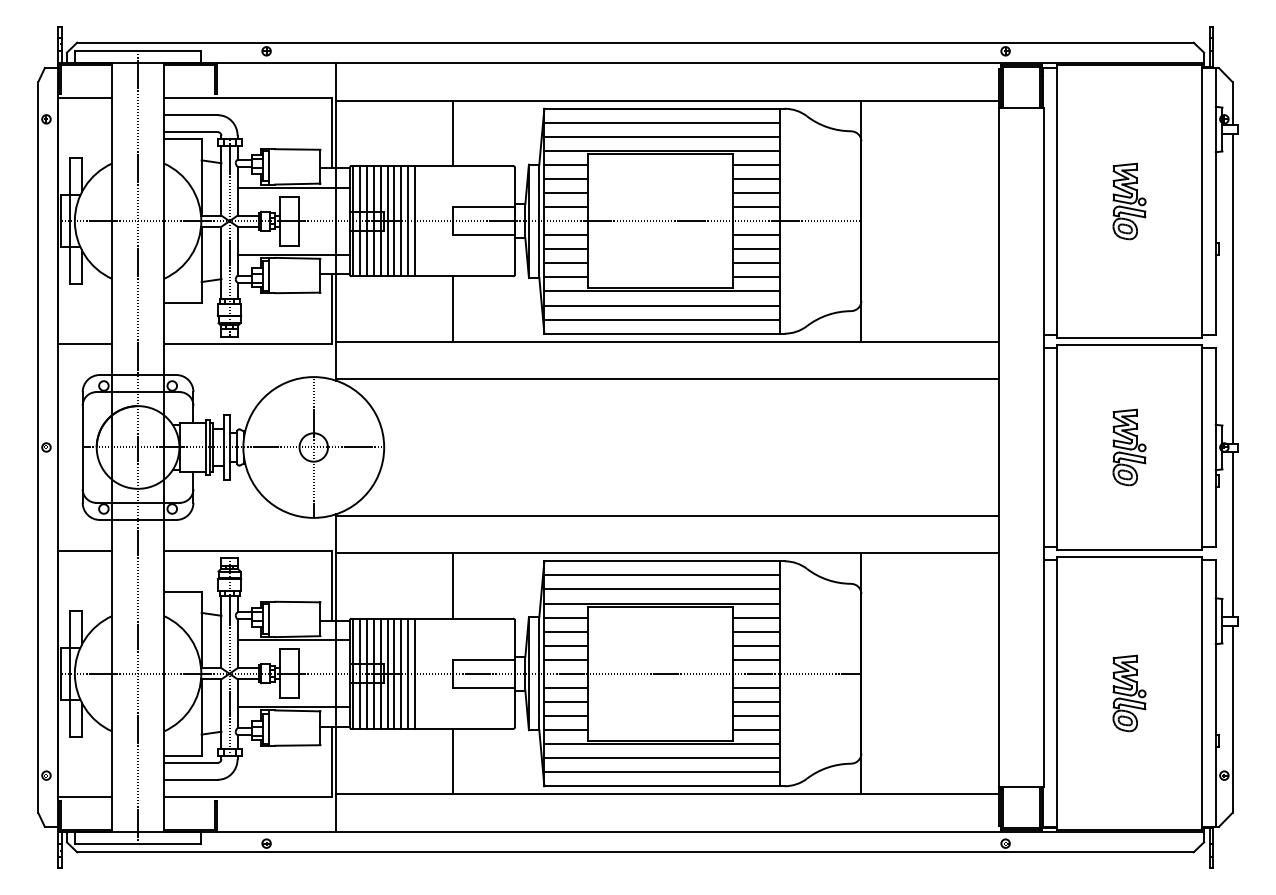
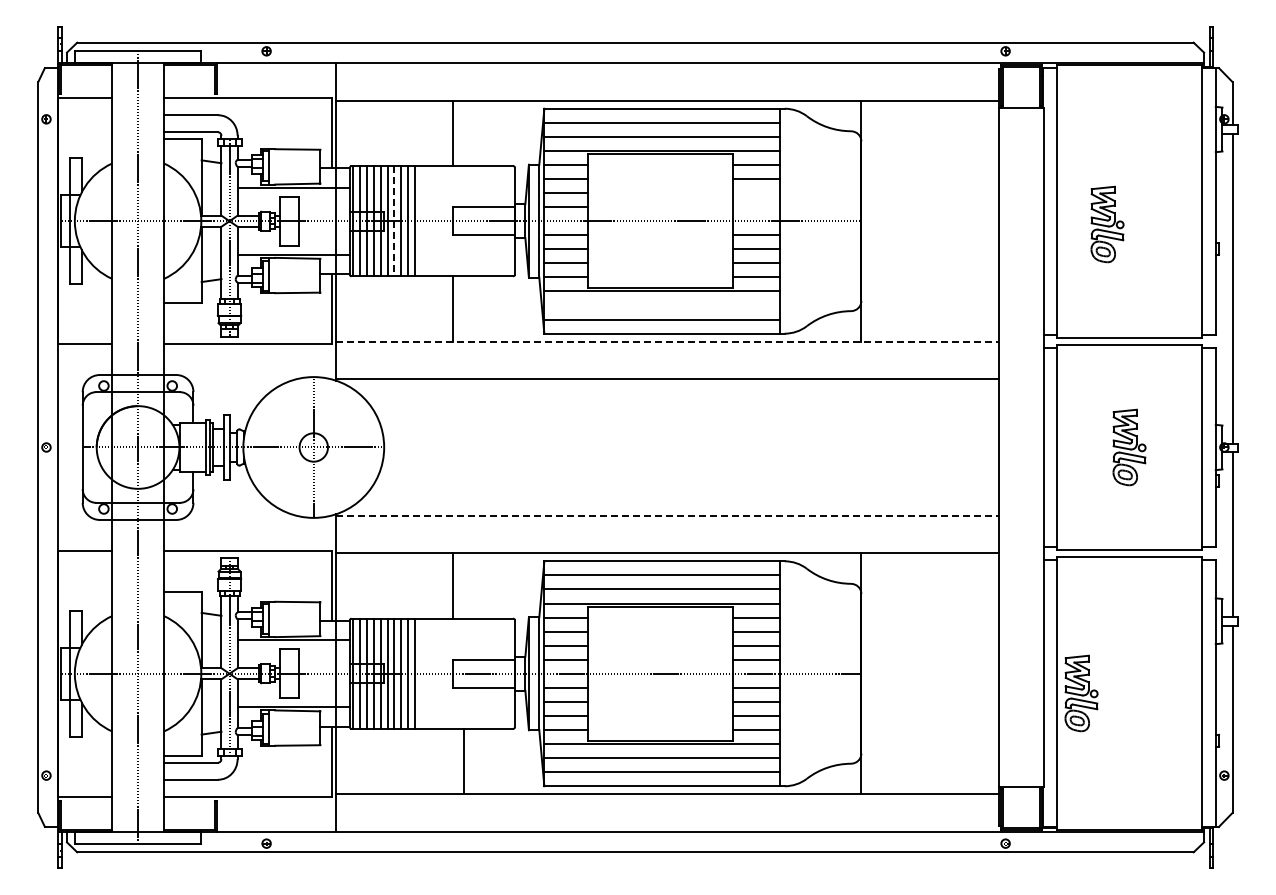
line at (756, 193): present -> none
part at (1129, 201) position: (1129, 201) -> (1107, 224)
line at (756, 207): present -> none
line at (394, 221): solid -> dashed
line at (661, 305): present -> none
line at (667, 341): solid -> dashed
line at (667, 515): solid -> dashed
part at (1129, 693) position: (1129, 693) -> (1081, 693)
line at (452, 761) position: (452, 761) -> (463, 761)
